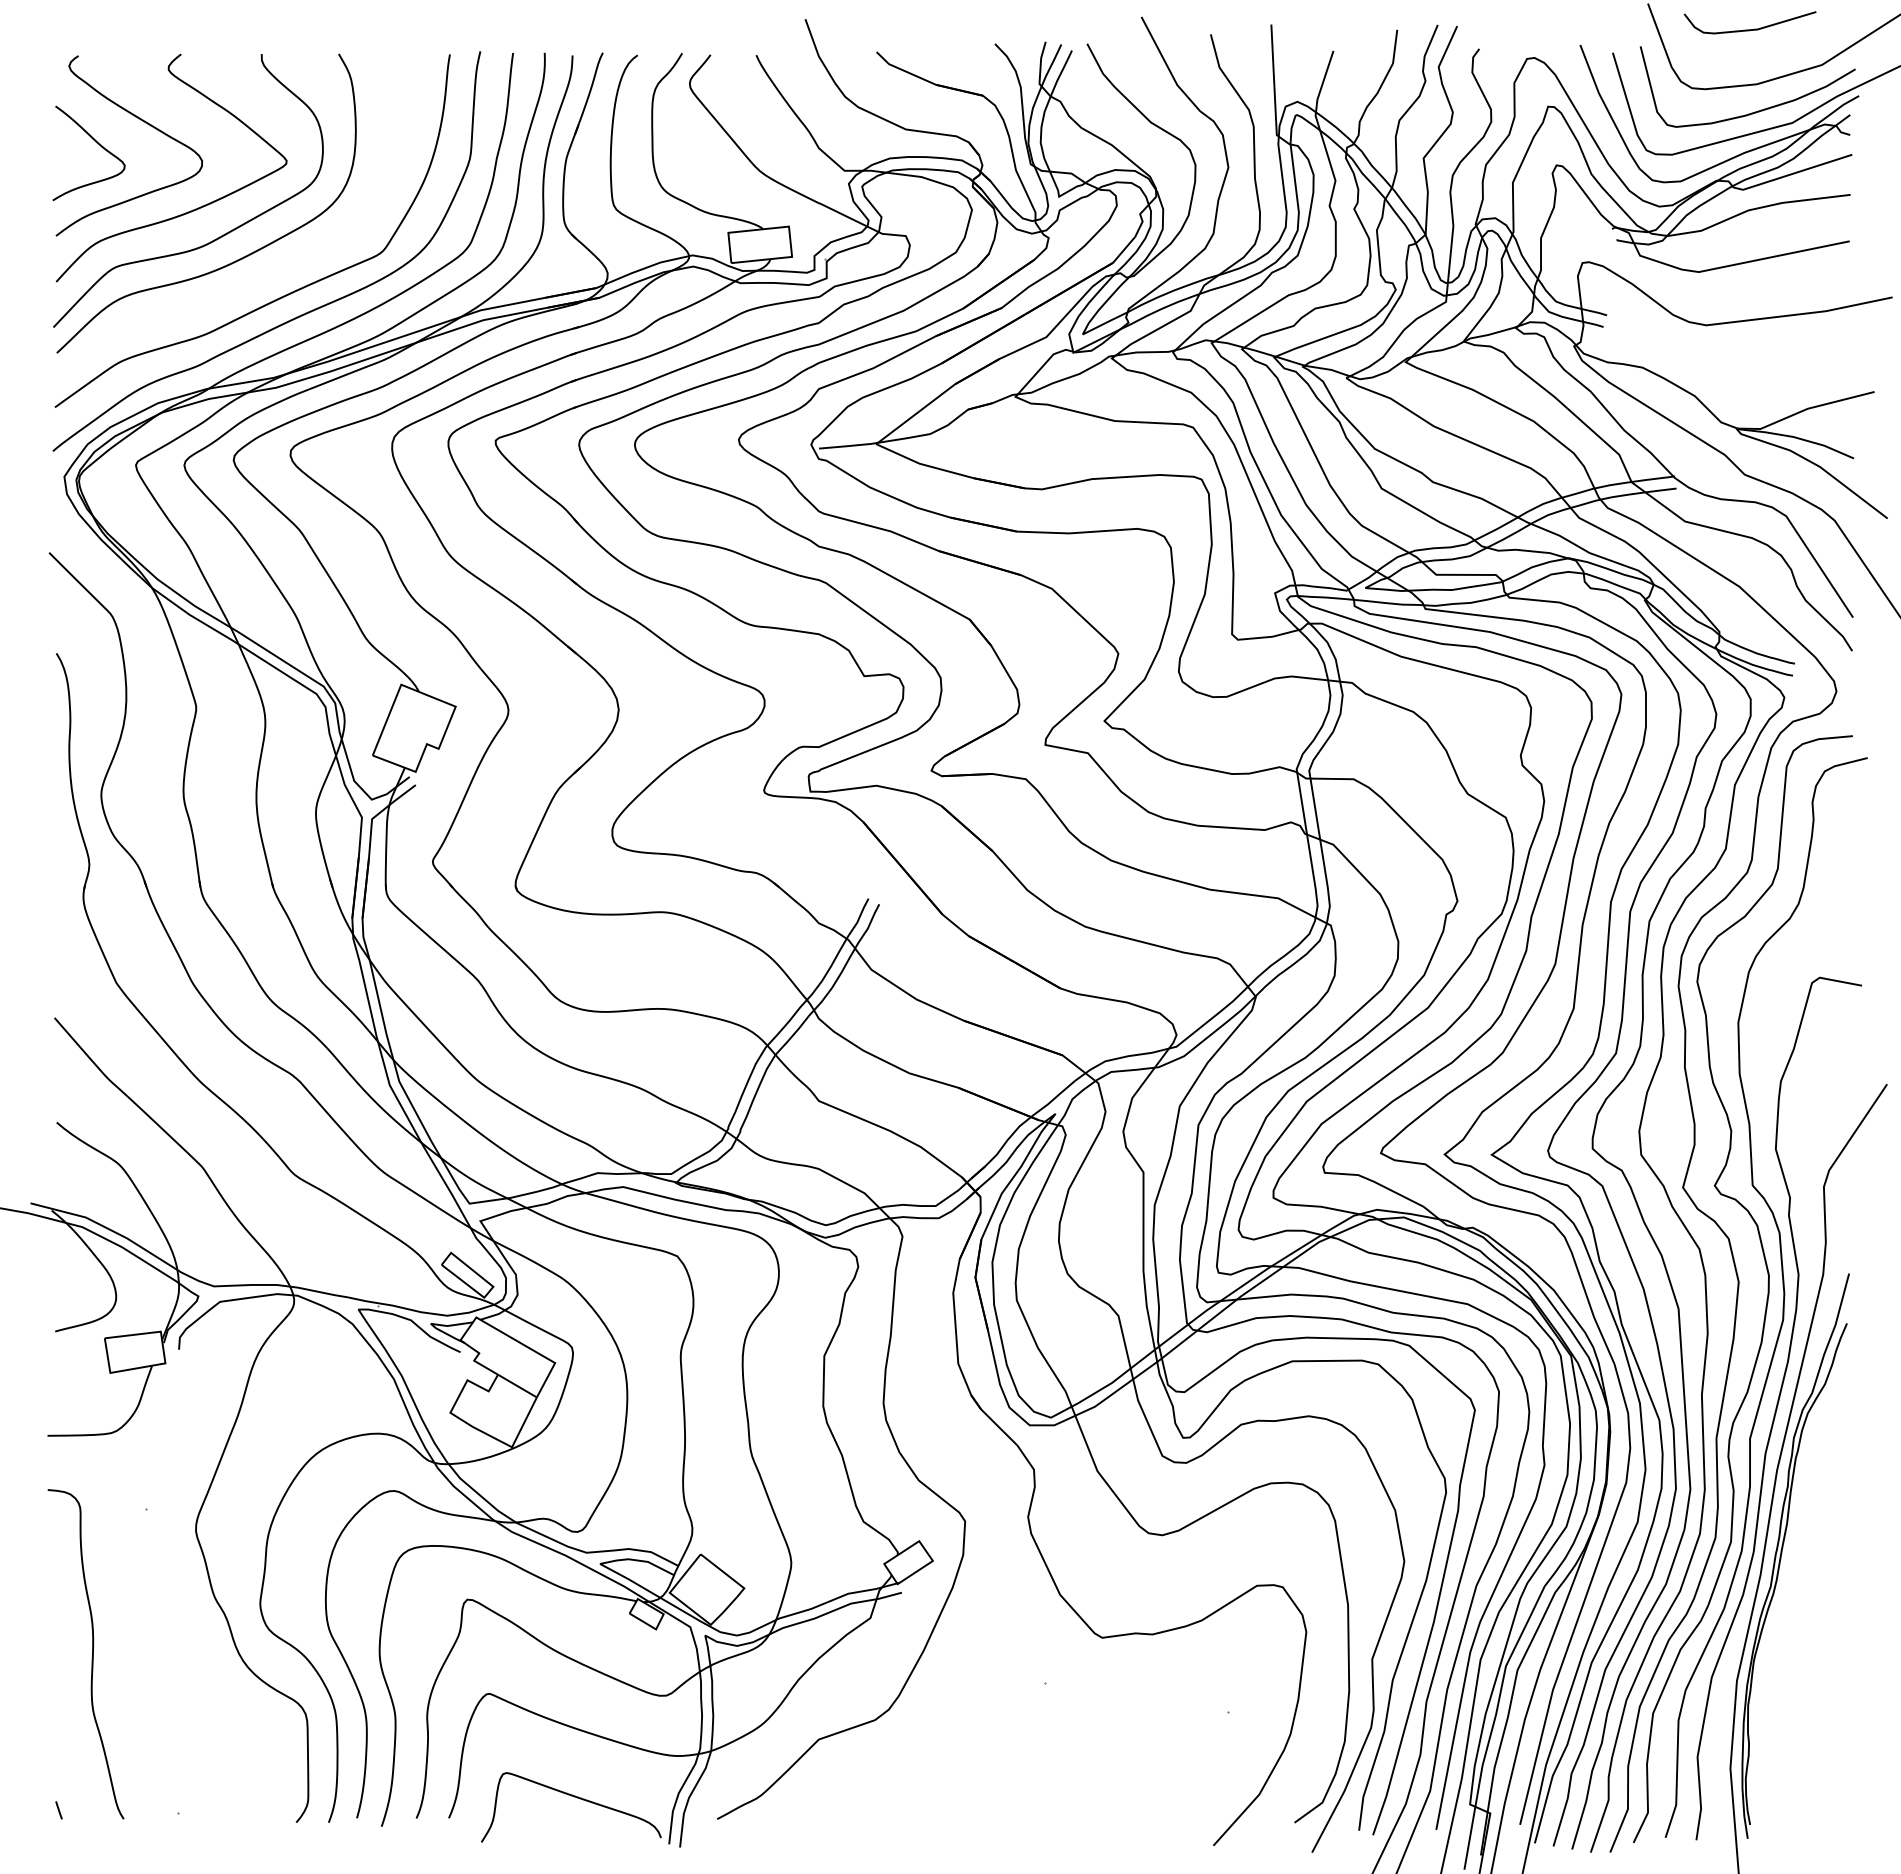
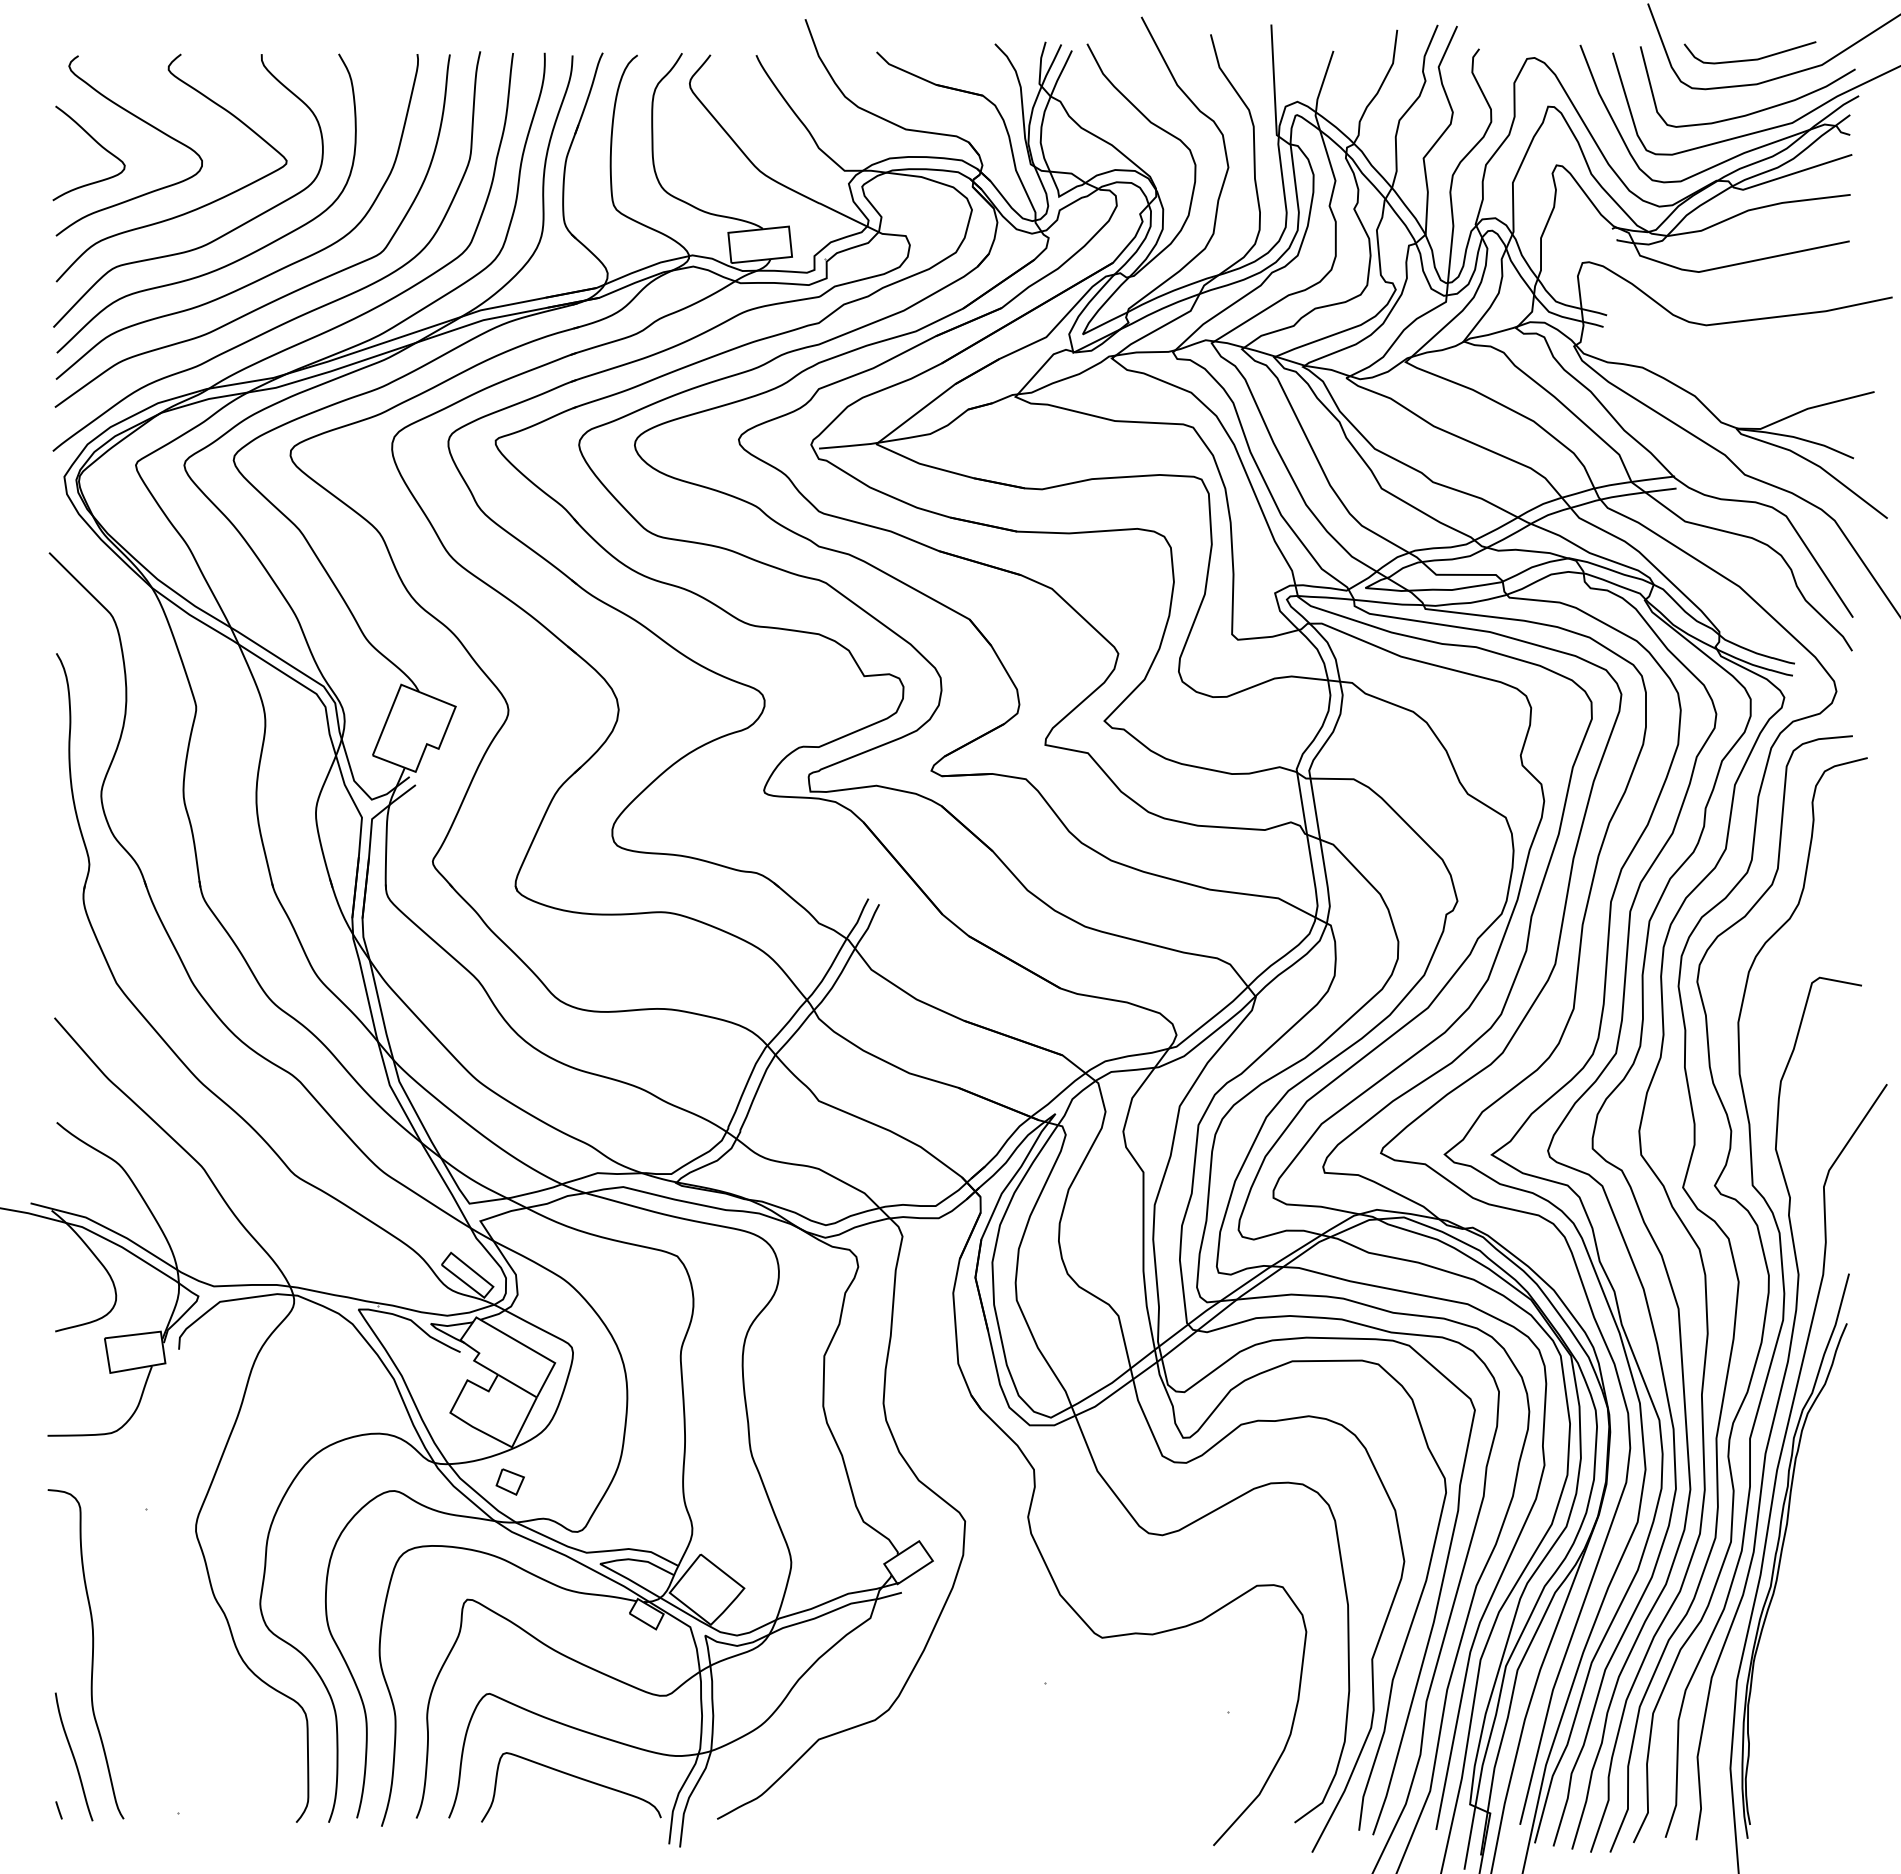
curve at (1749, 29) position: (1749, 29) -> (1749, 59)
curve at (265, 275): none -> present
part at (509, 1481): none -> present
curve at (73, 1756): none -> present
curve at (574, 1797) position: (574, 1797) -> (574, 1777)
